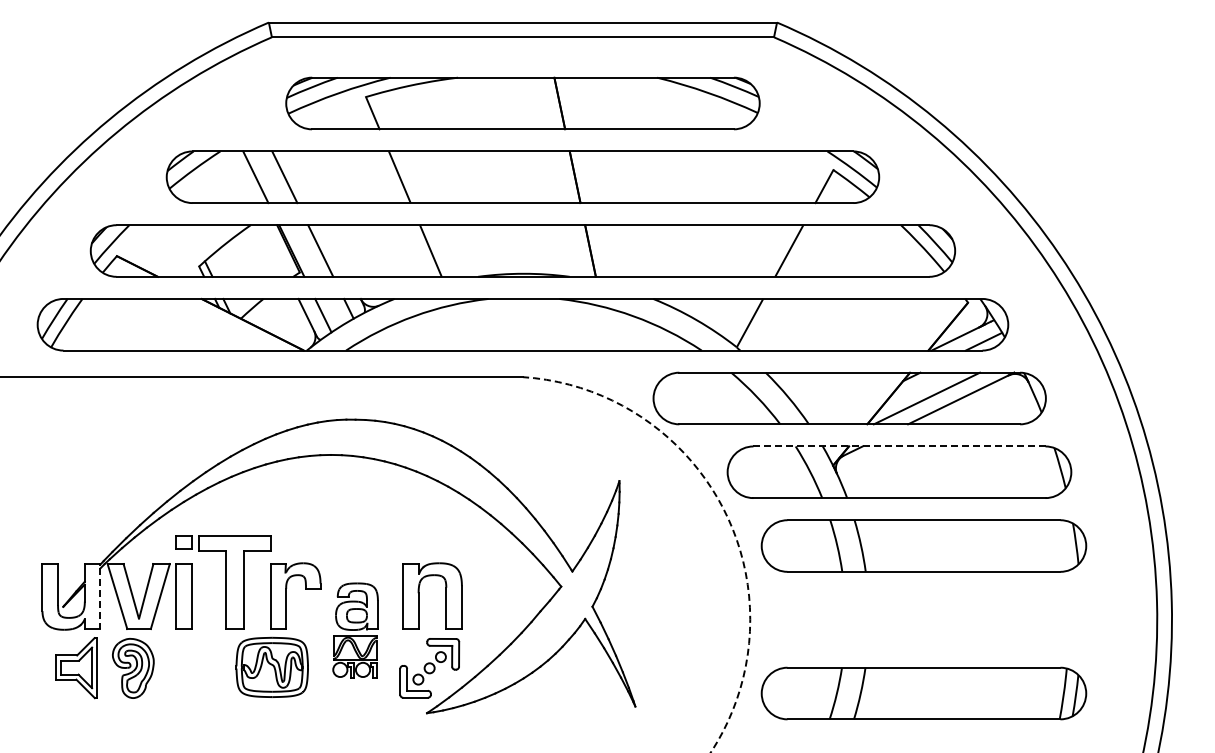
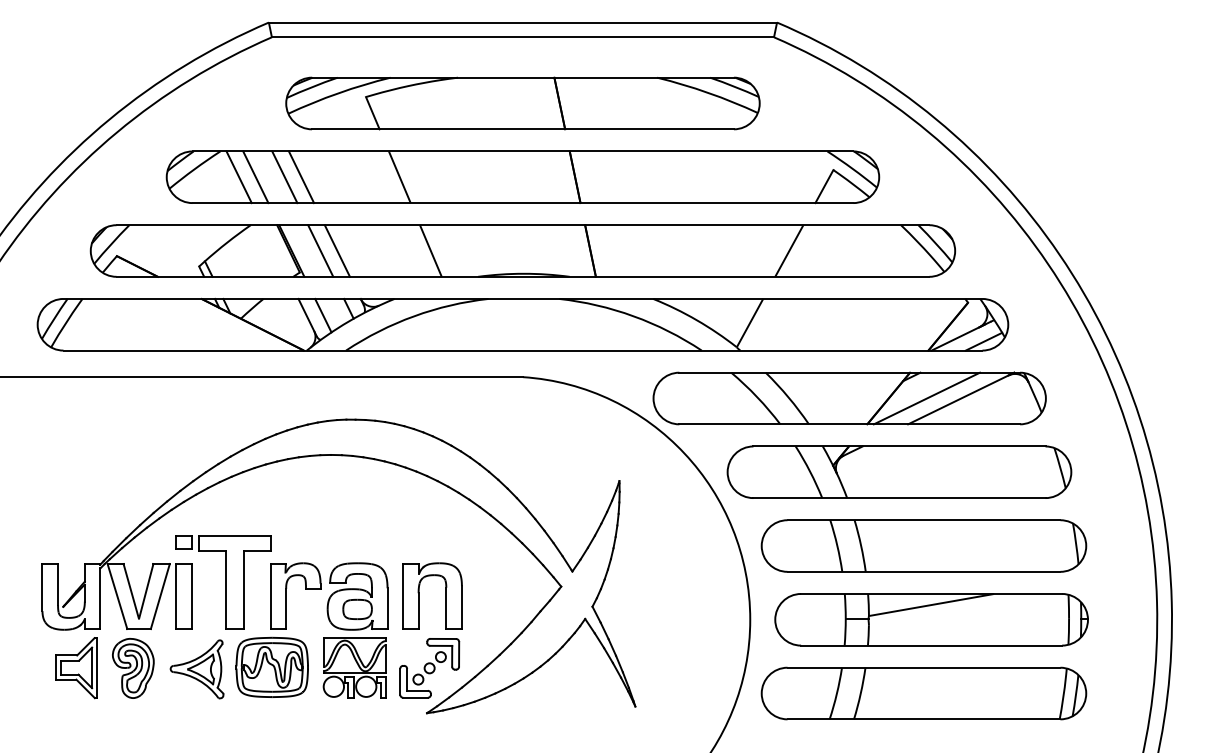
line at (238, 177): none -> present
line at (301, 177): none -> present
line at (336, 250): none -> present
line at (899, 446): dashed -> solid
arc at (723, 509): dashed -> solid
line at (100, 599): dashed -> solid
part at (931, 619): none -> present
part at (355, 630) size: 47x97 px -> 67x137 px
part at (196, 669): none -> present
